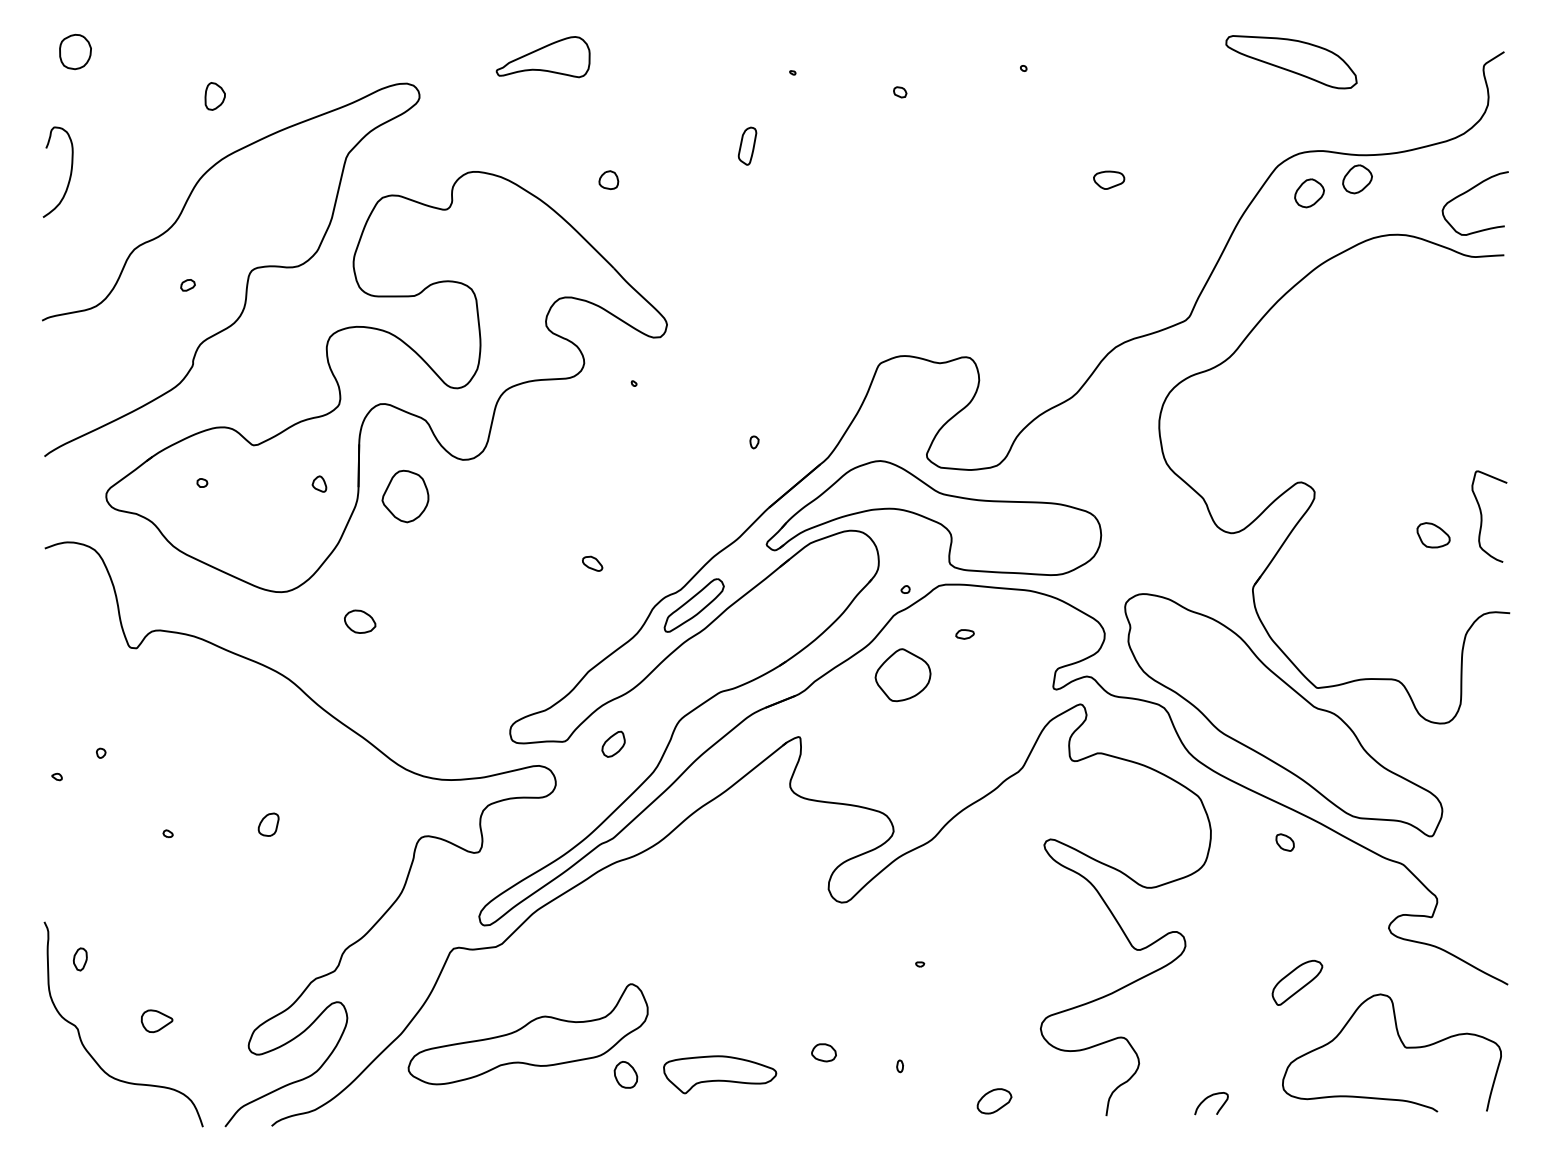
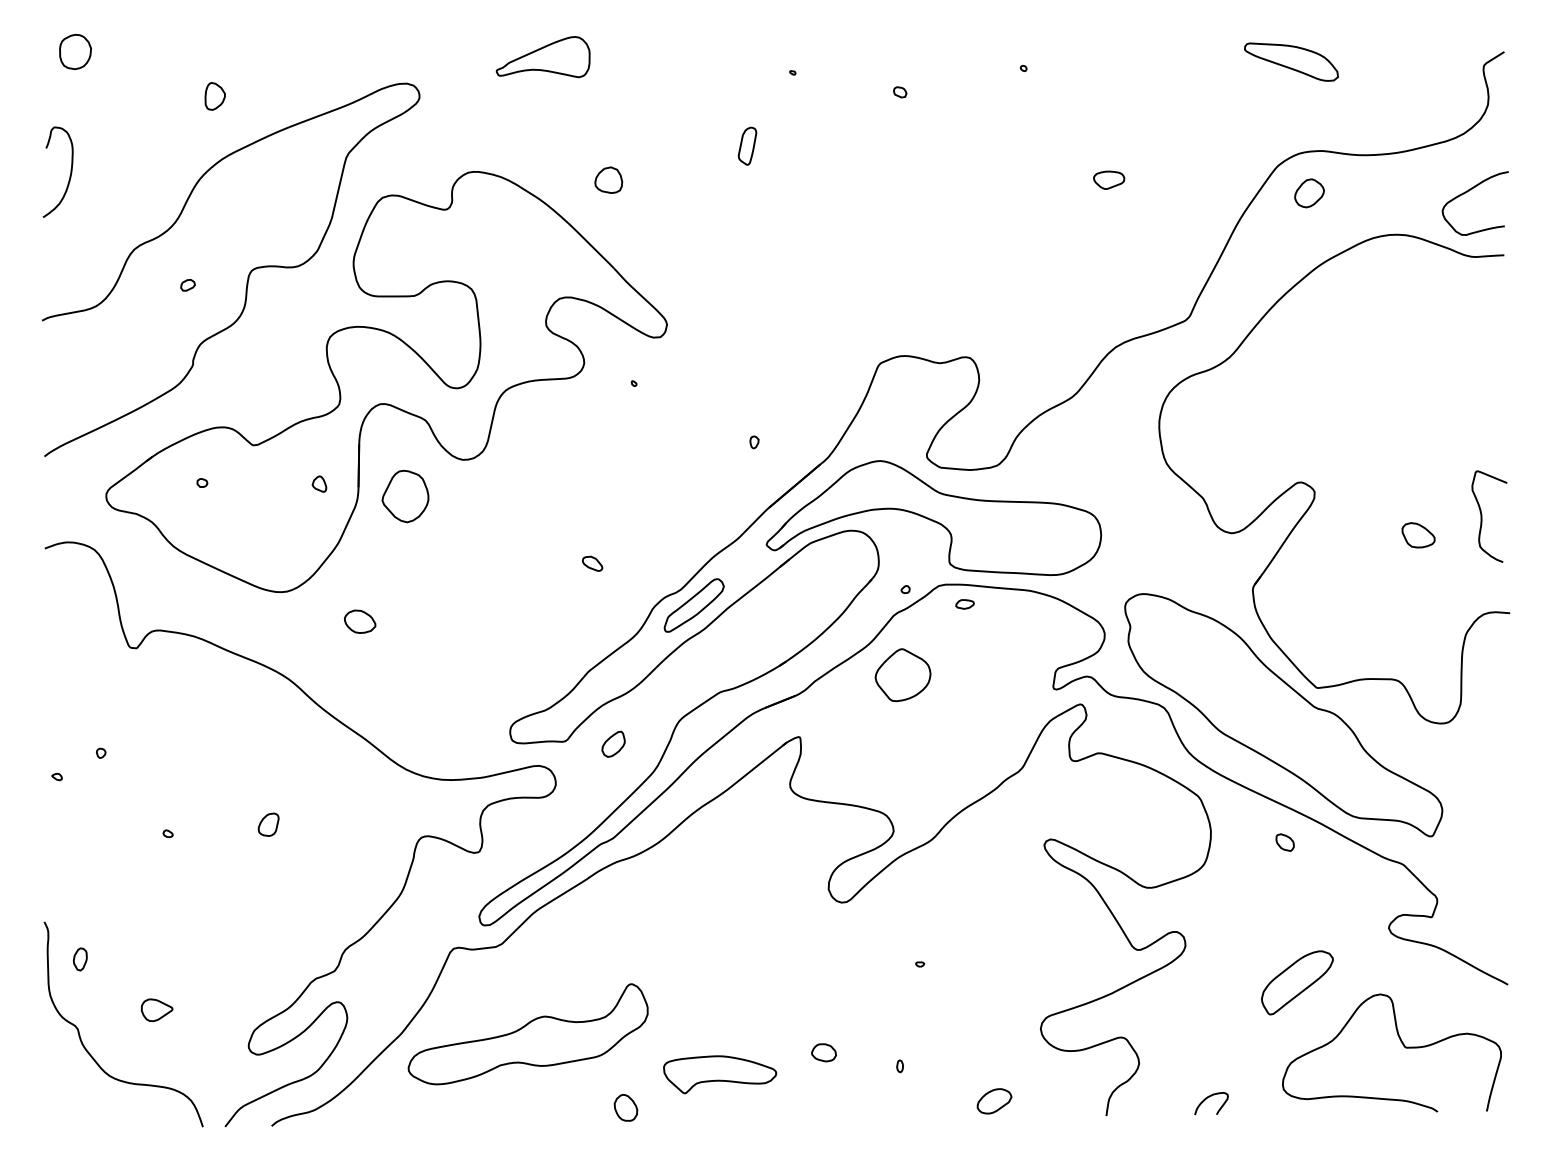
part at (1291, 62) size: 133x55 px -> 95x40 px
part at (608, 179) size: 22x20 px -> 30x28 px
part at (1357, 179): present -> none
part at (1433, 535) position: (1433, 535) -> (1418, 535)
part at (964, 634) position: (964, 634) -> (964, 604)
part at (1297, 982) size: 53x47 px -> 73x66 px
part at (156, 1021) position: (156, 1021) -> (156, 1010)
part at (625, 1074) position: (625, 1074) -> (625, 1107)
